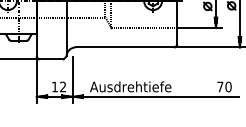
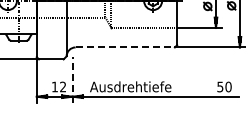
line at (125, 47): solid -> dashed
line at (72, 79): solid -> dashed
text at (220, 87): 70 -> 50
